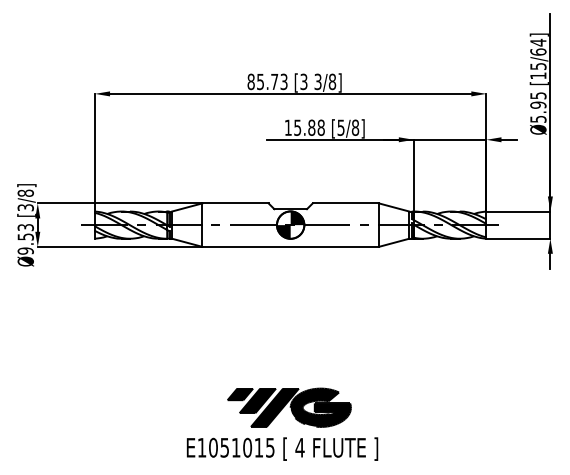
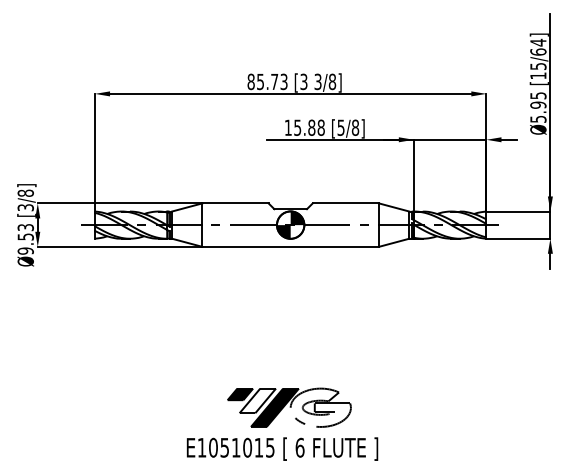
fill at (257, 400): present -> none
fill at (320, 407): present -> none
text at (299, 447): 4 -> 6
